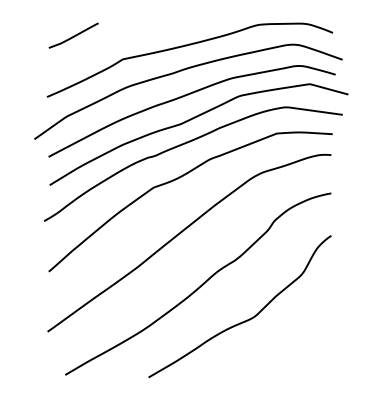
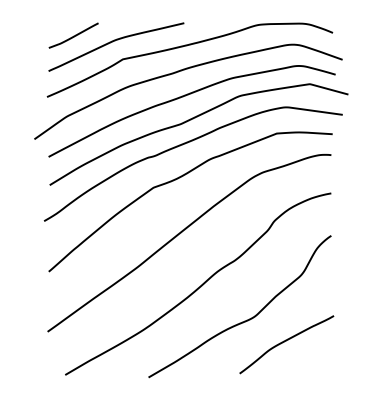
curve at (115, 41): none -> present
curve at (284, 342): none -> present
